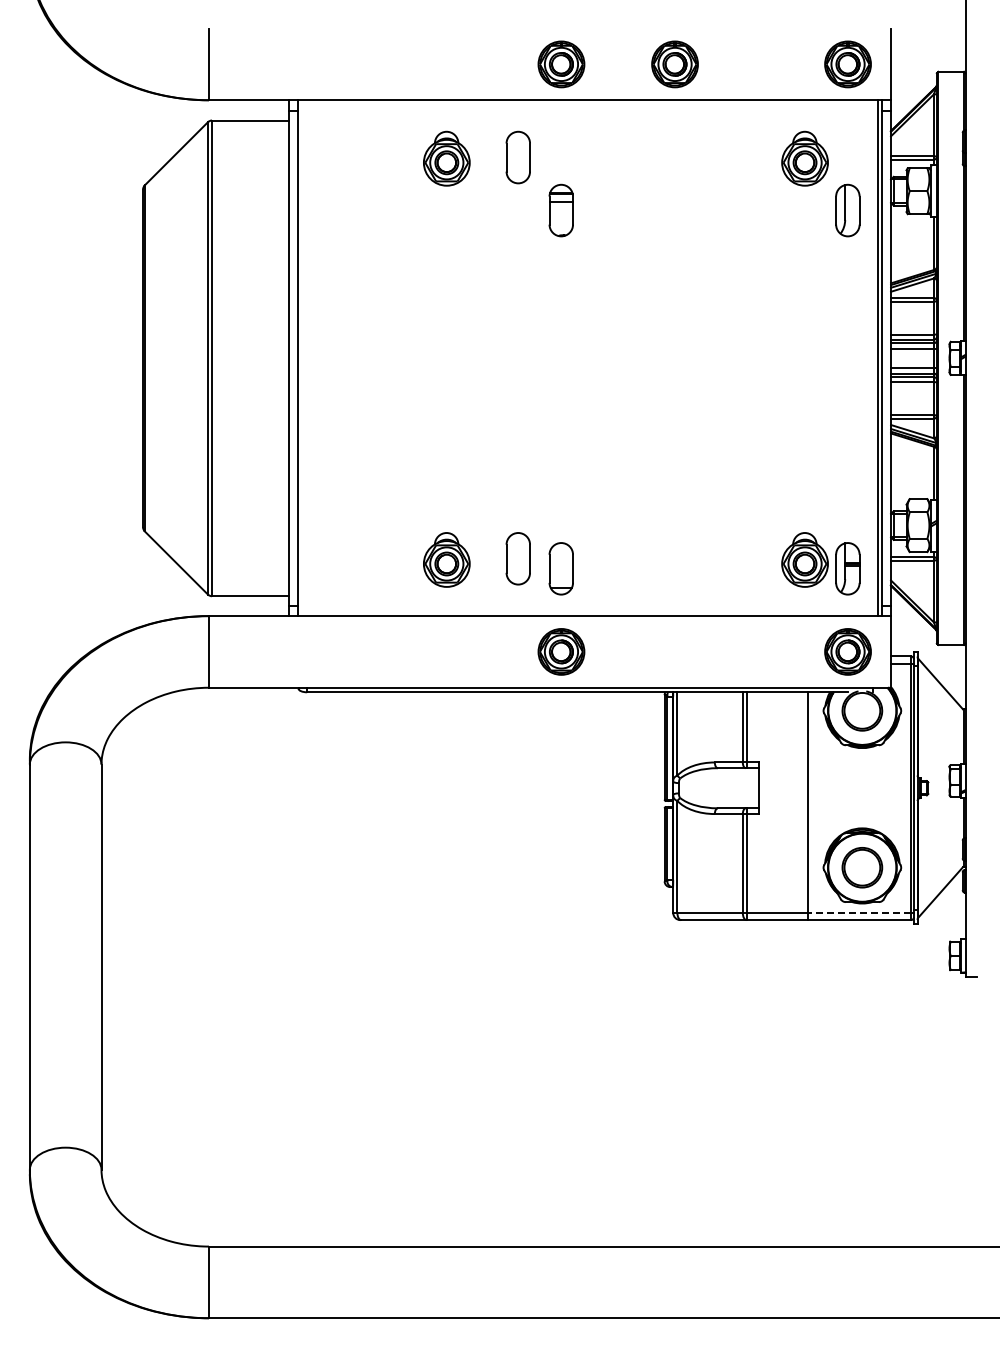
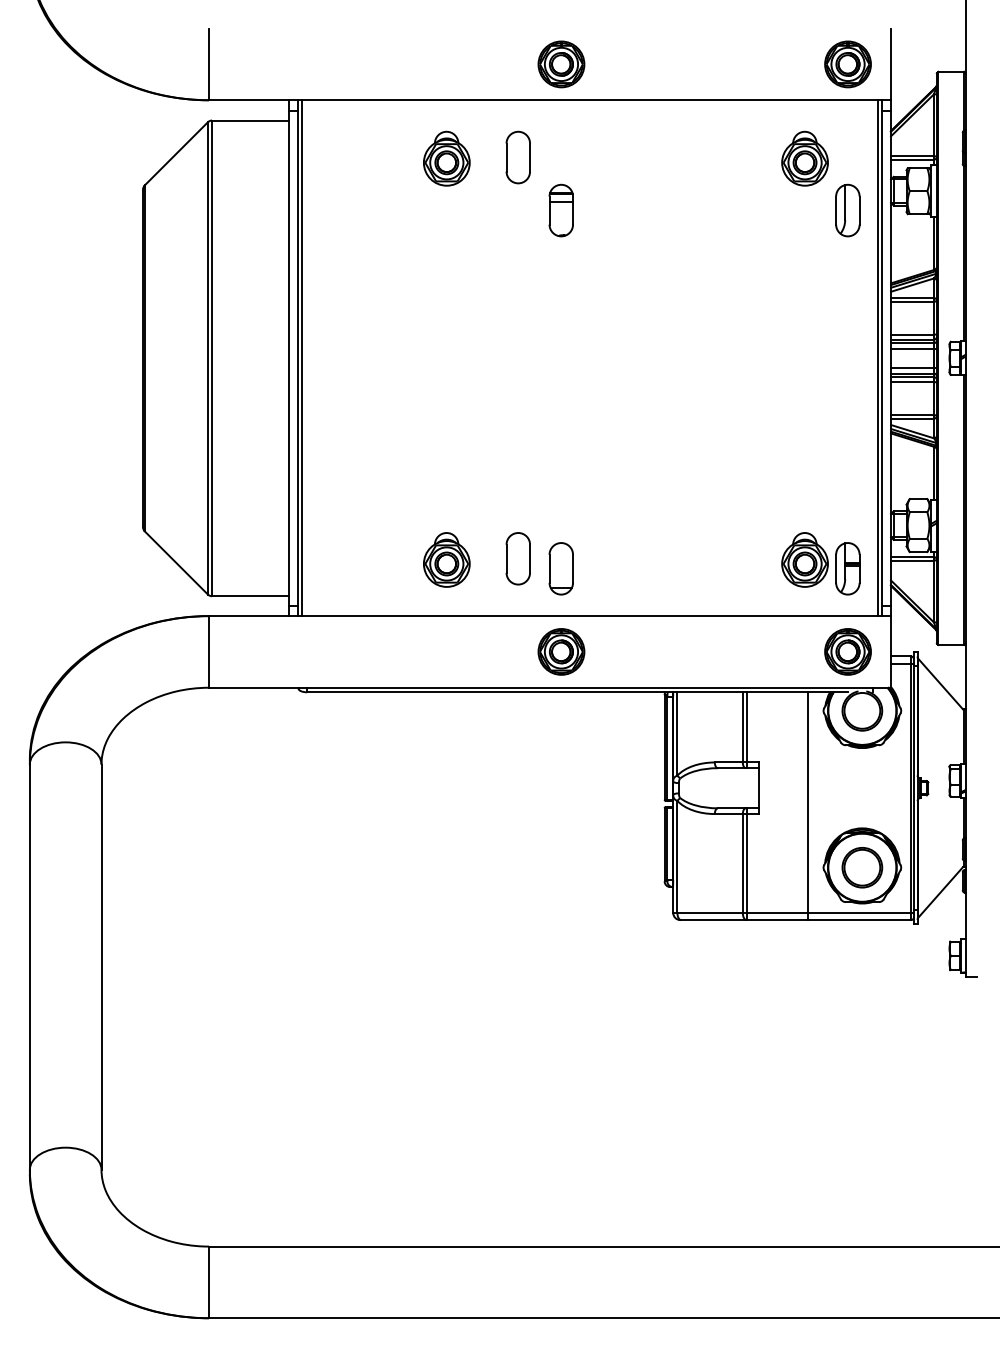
part at (674, 64): present -> none
line at (302, 358): none -> present
line at (859, 912): dashed -> solid
